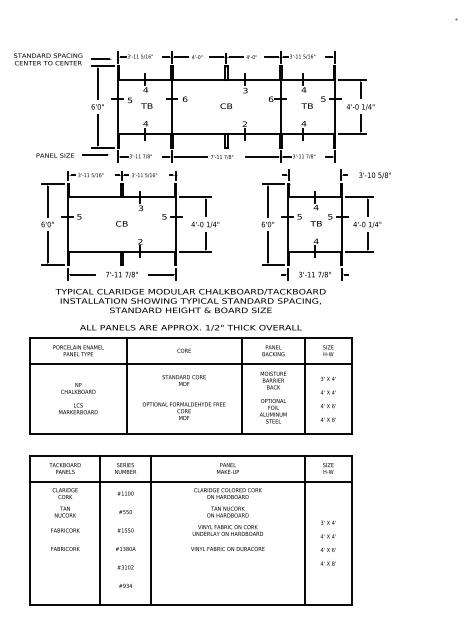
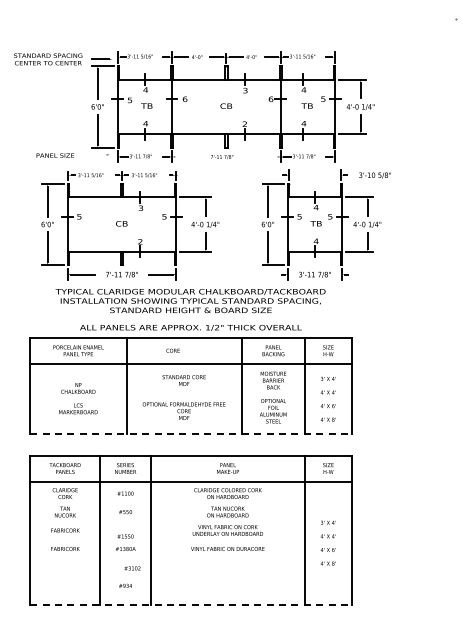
line at (94, 154): present -> none
line at (191, 156): present -> none
line at (261, 156): present -> none
text at (183, 350) position: (183, 350) -> (172, 350)
line at (190, 434): solid -> dashed
text at (125, 530) position: (125, 530) -> (125, 536)
text at (125, 567) position: (125, 567) -> (132, 568)
line at (190, 605): solid -> dashed
